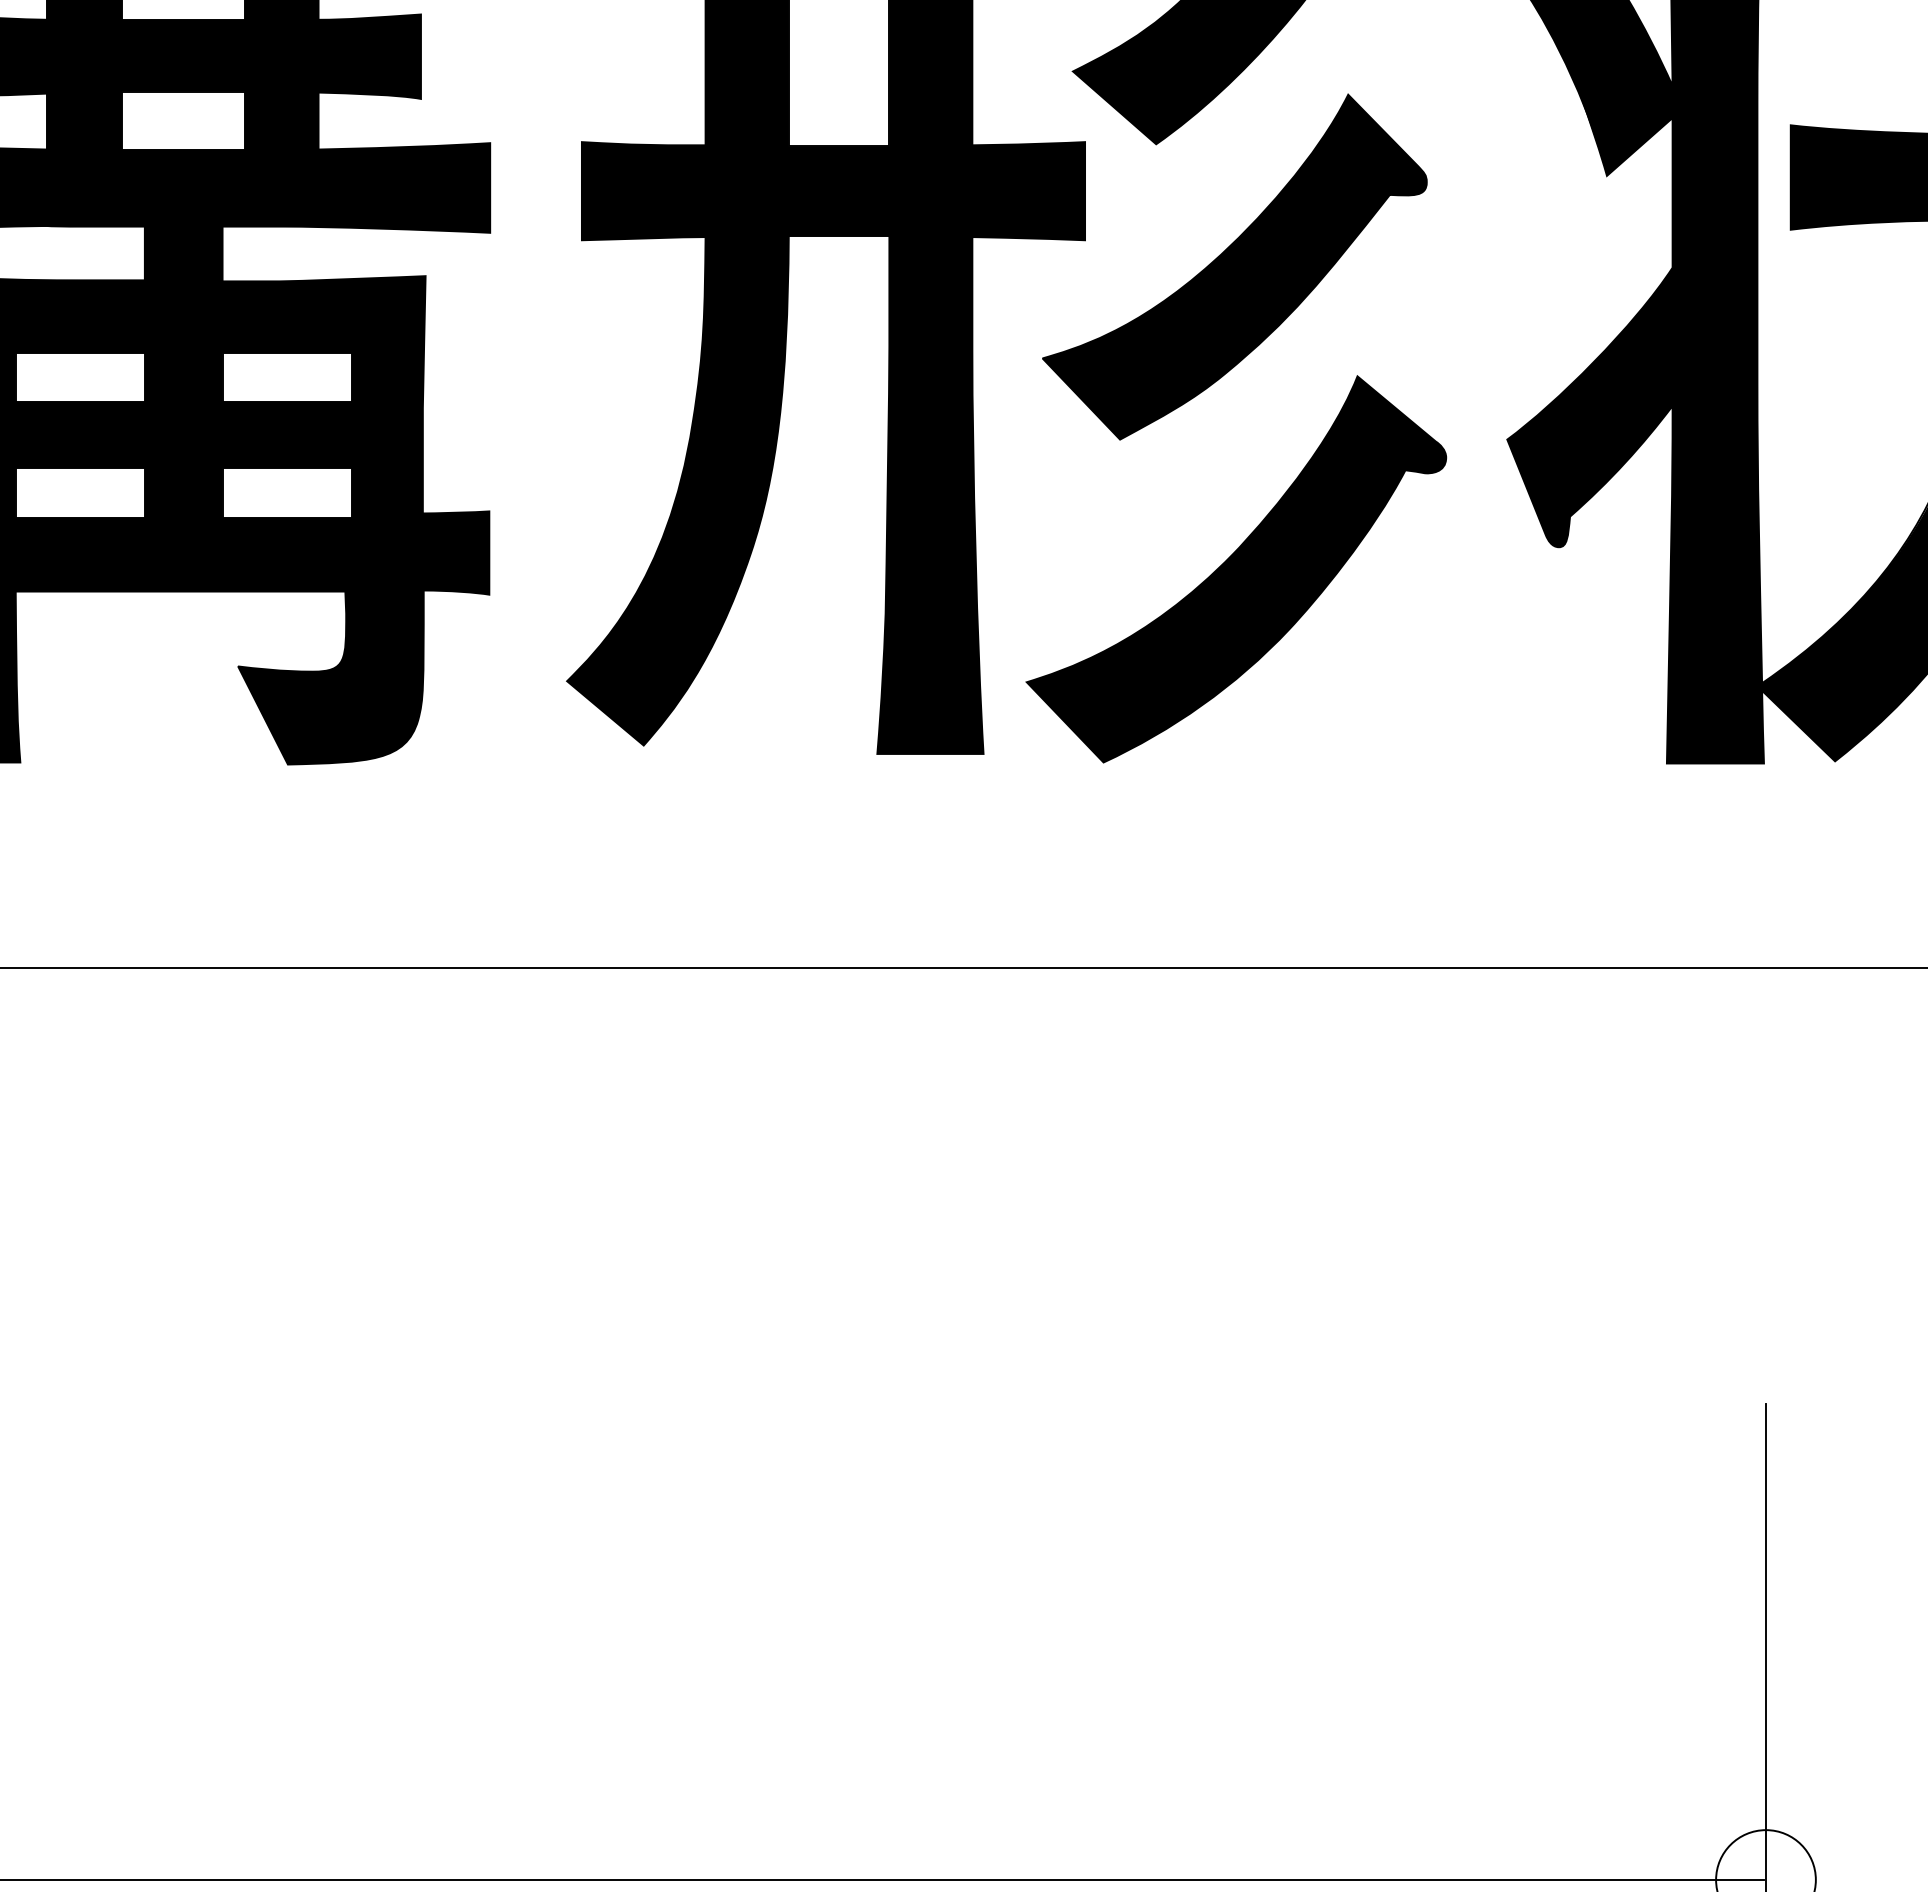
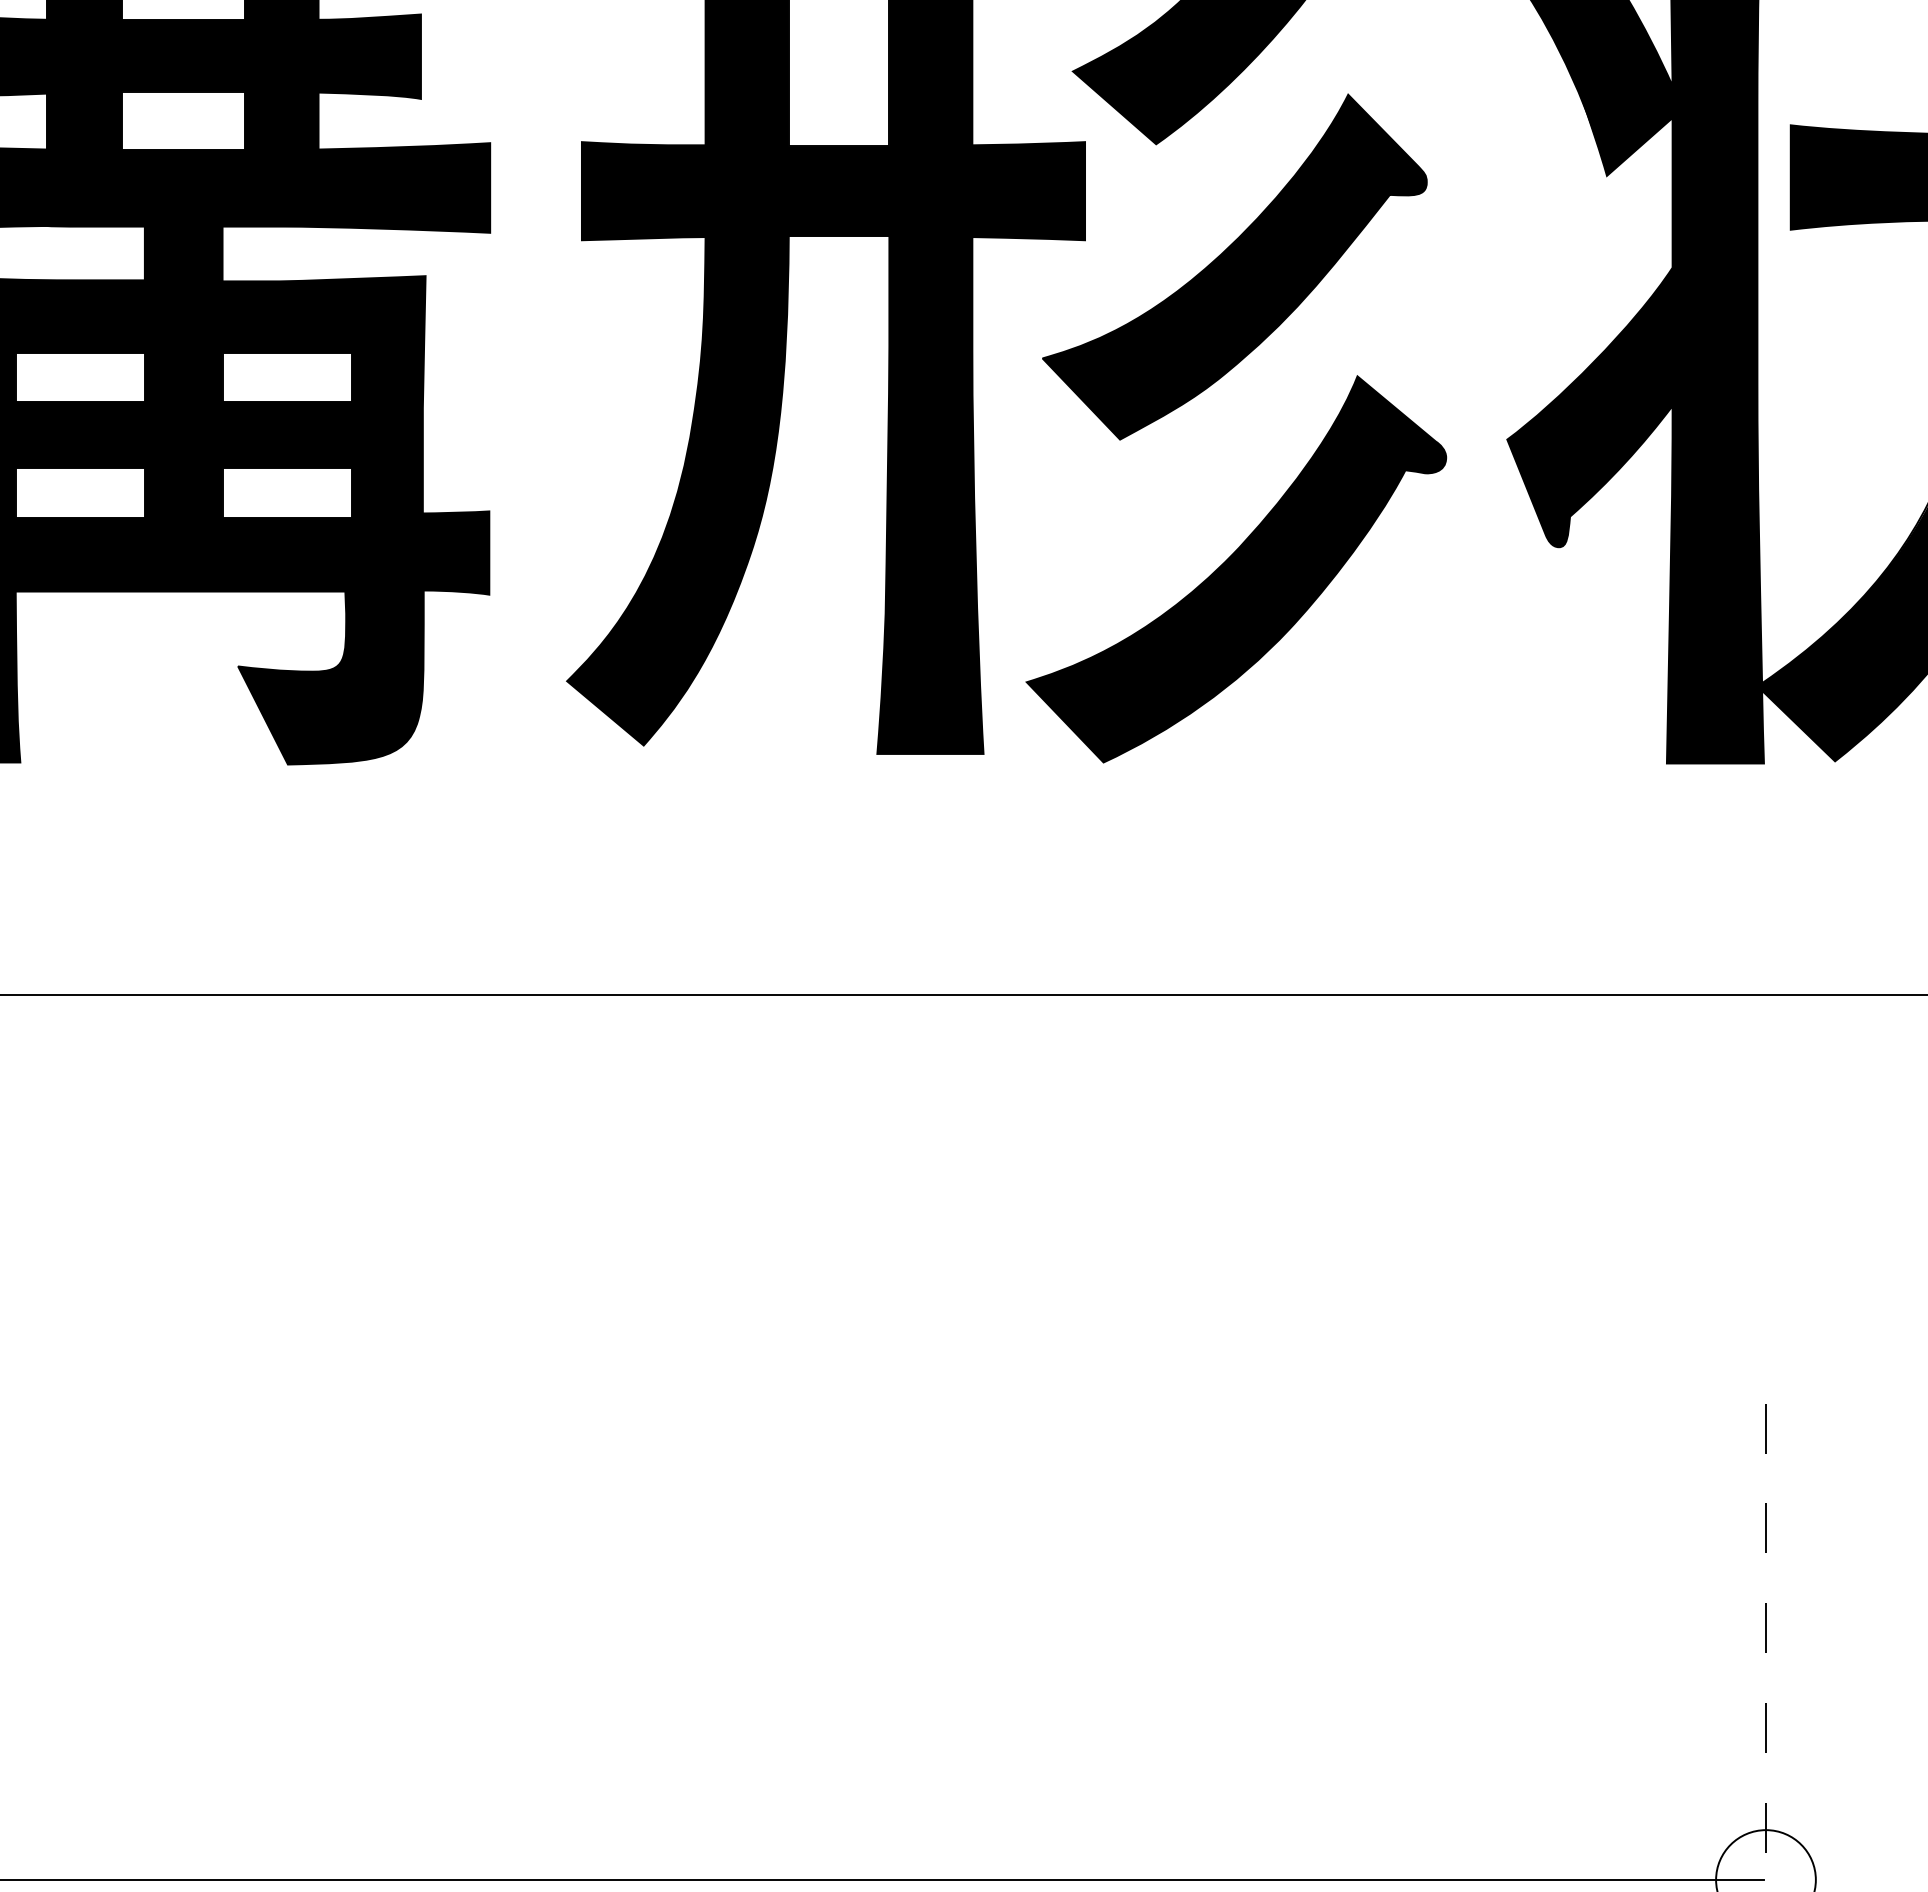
line at (963, 967) position: (963, 967) -> (963, 994)
line at (1766, 1647): solid -> dashed
